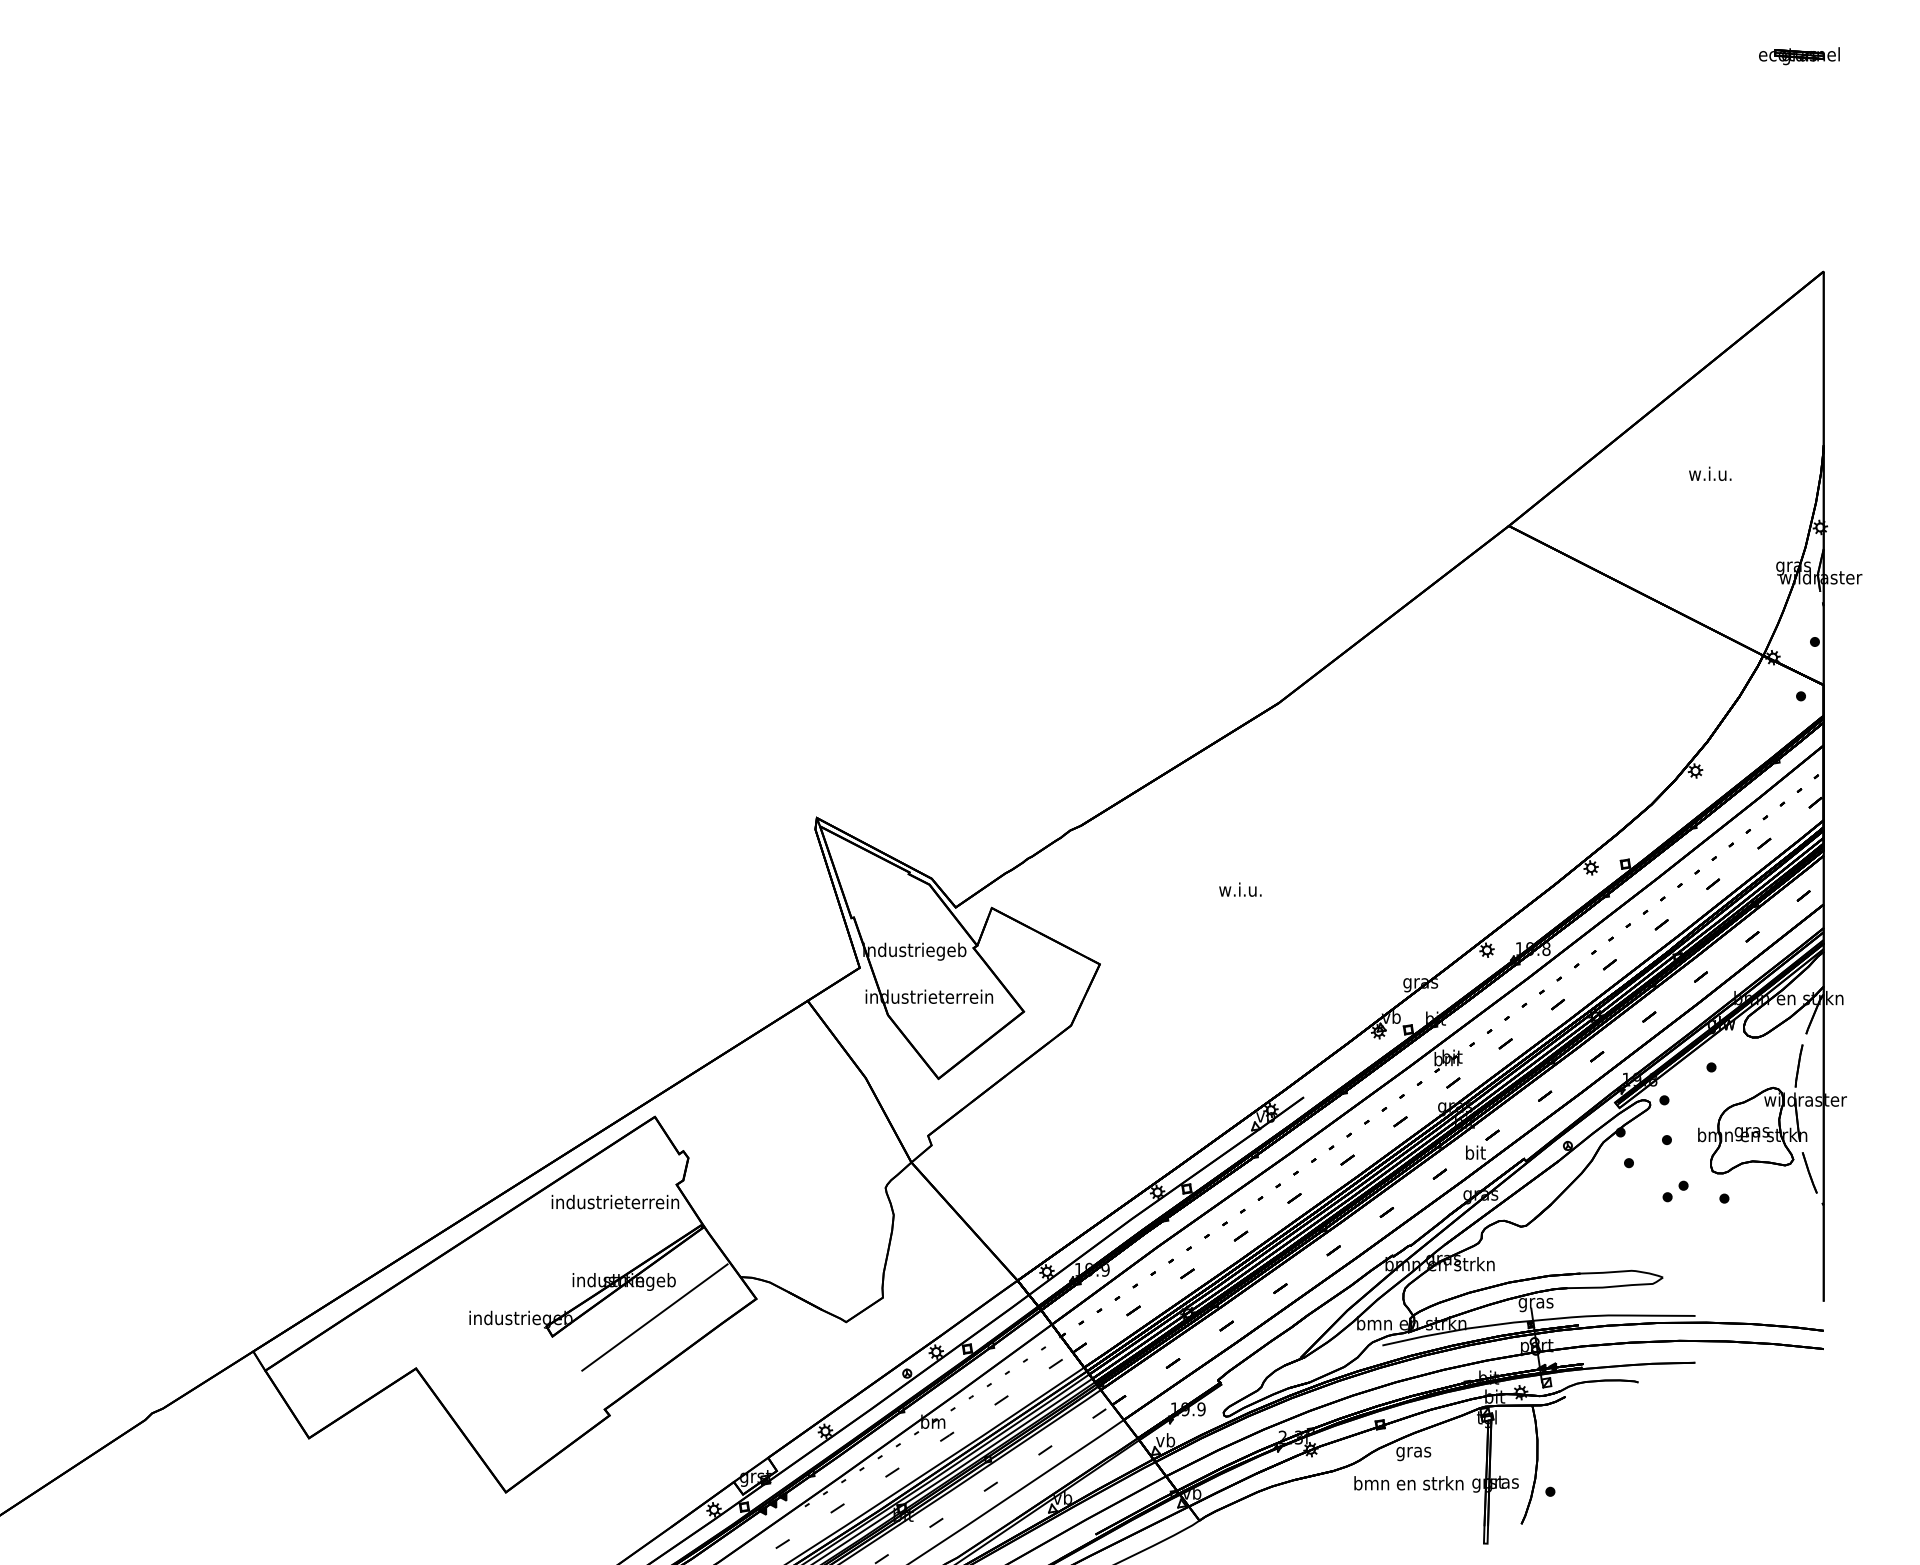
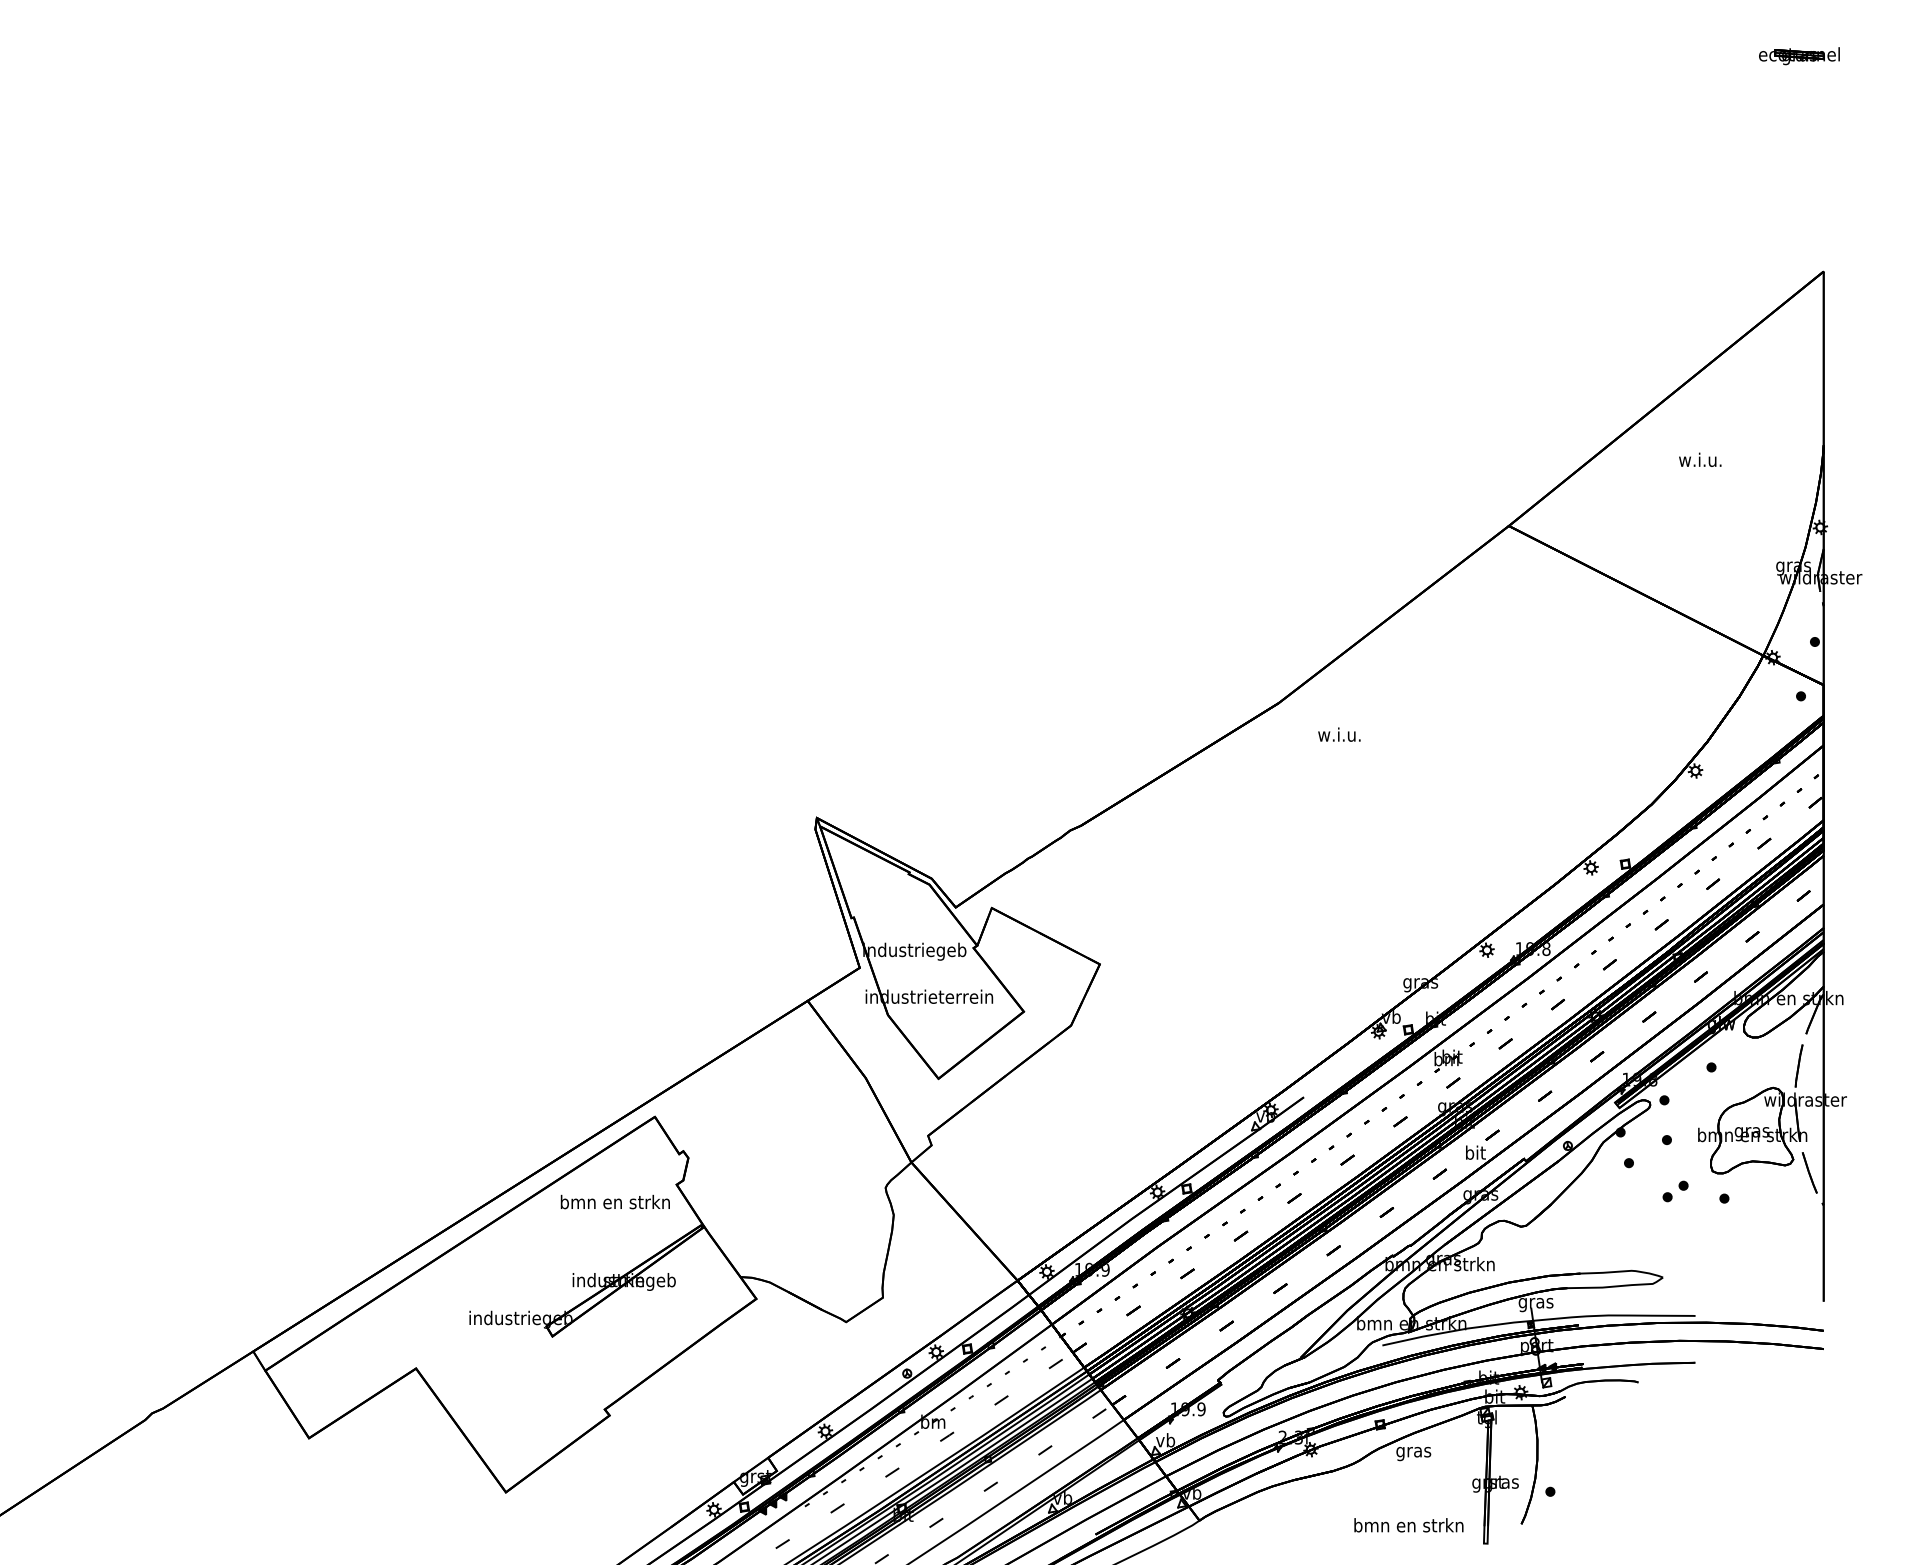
text at (1710, 473) position: (1710, 473) -> (1700, 459)
text at (1240, 889) position: (1240, 889) -> (1339, 734)
text at (615, 1201): industrieterrein -> bmn en strkn
line at (654, 1317): present -> none
text at (1408, 1483) position: (1408, 1483) -> (1408, 1525)
